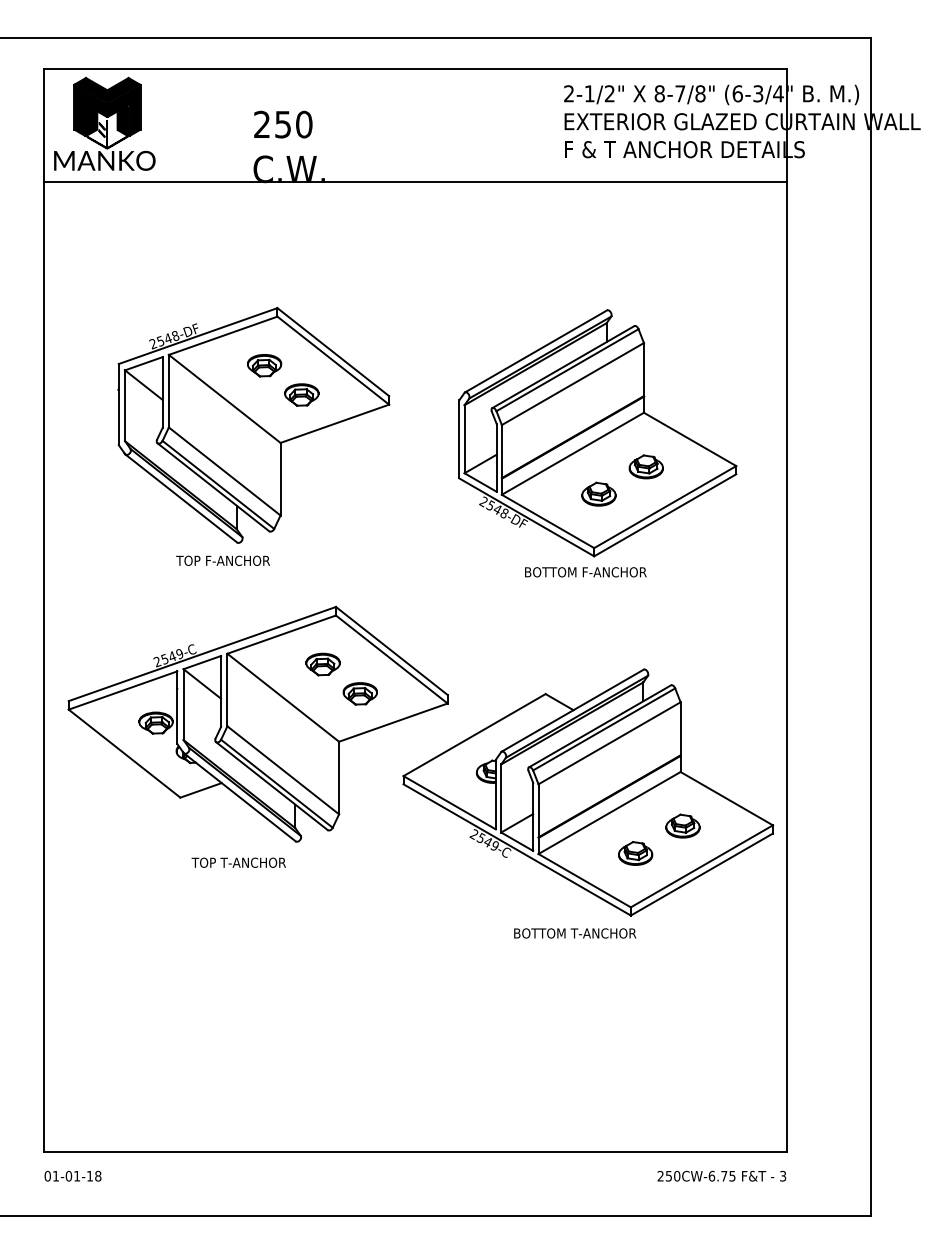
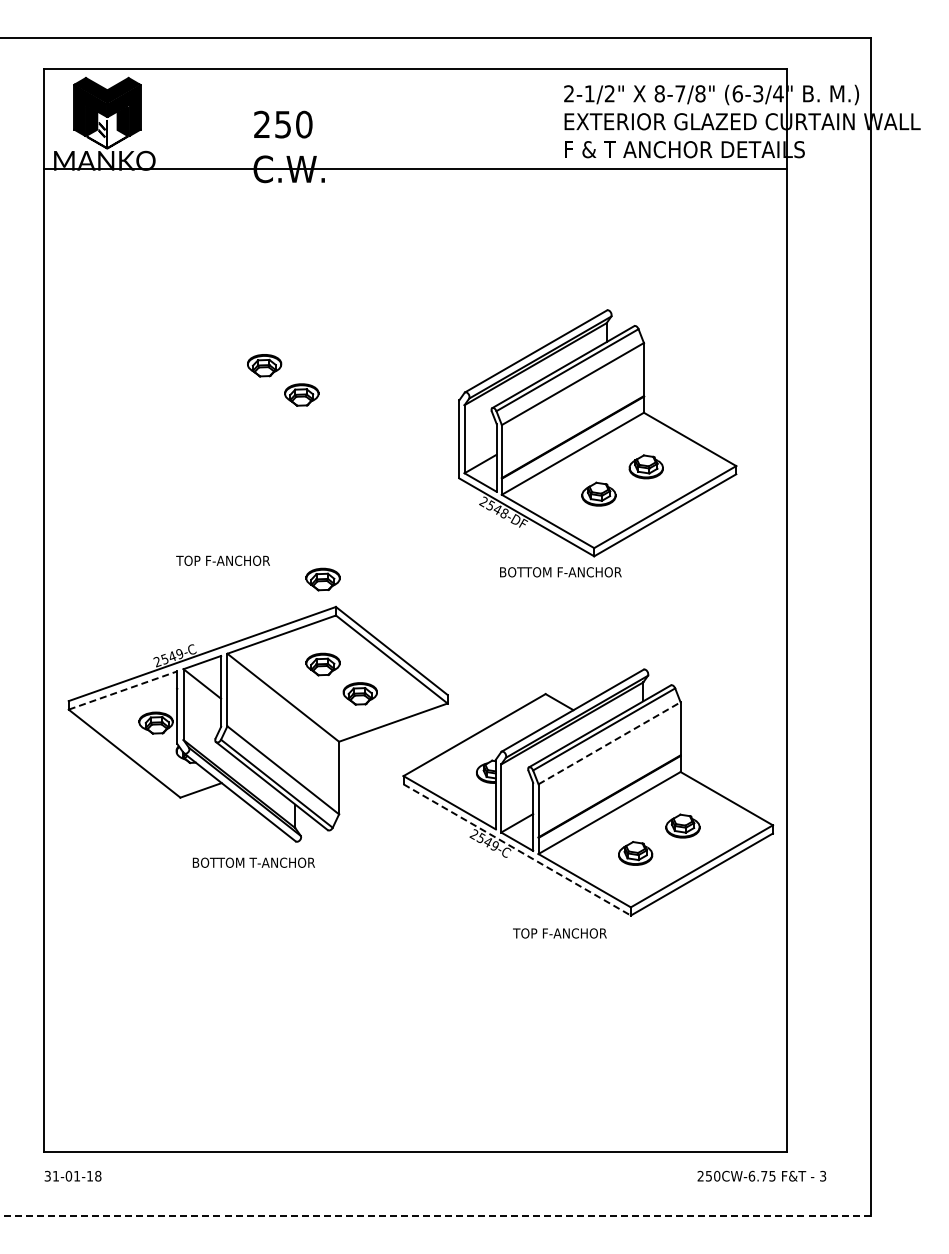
line at (415, 182) position: (415, 182) -> (415, 169)
part at (253, 425): present -> none
text at (585, 572) position: (585, 572) -> (560, 572)
part at (322, 579): none -> present
line at (123, 690): solid -> dashed
line at (609, 743): solid -> dashed
line at (517, 850): solid -> dashed
text at (252, 862): TOP T-ANCHOR -> BOTTOM T-ANCHOR
text at (574, 933): BOTTOM T-ANCHOR -> TOP F-ANCHOR
text at (721, 1175) position: (721, 1175) -> (761, 1175)
text at (47, 1176): 01-01-18 -> 31-01-18
line at (435, 1216): solid -> dashed
